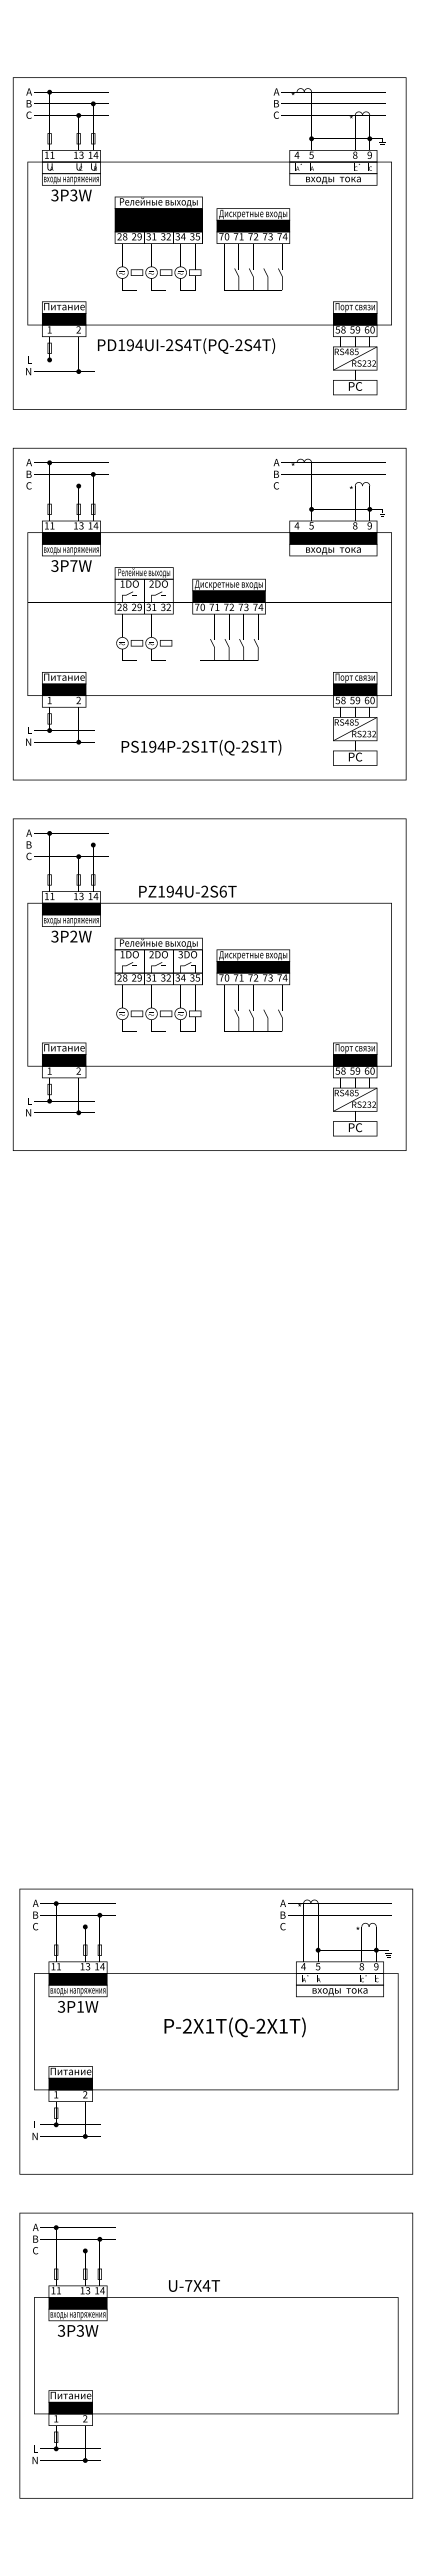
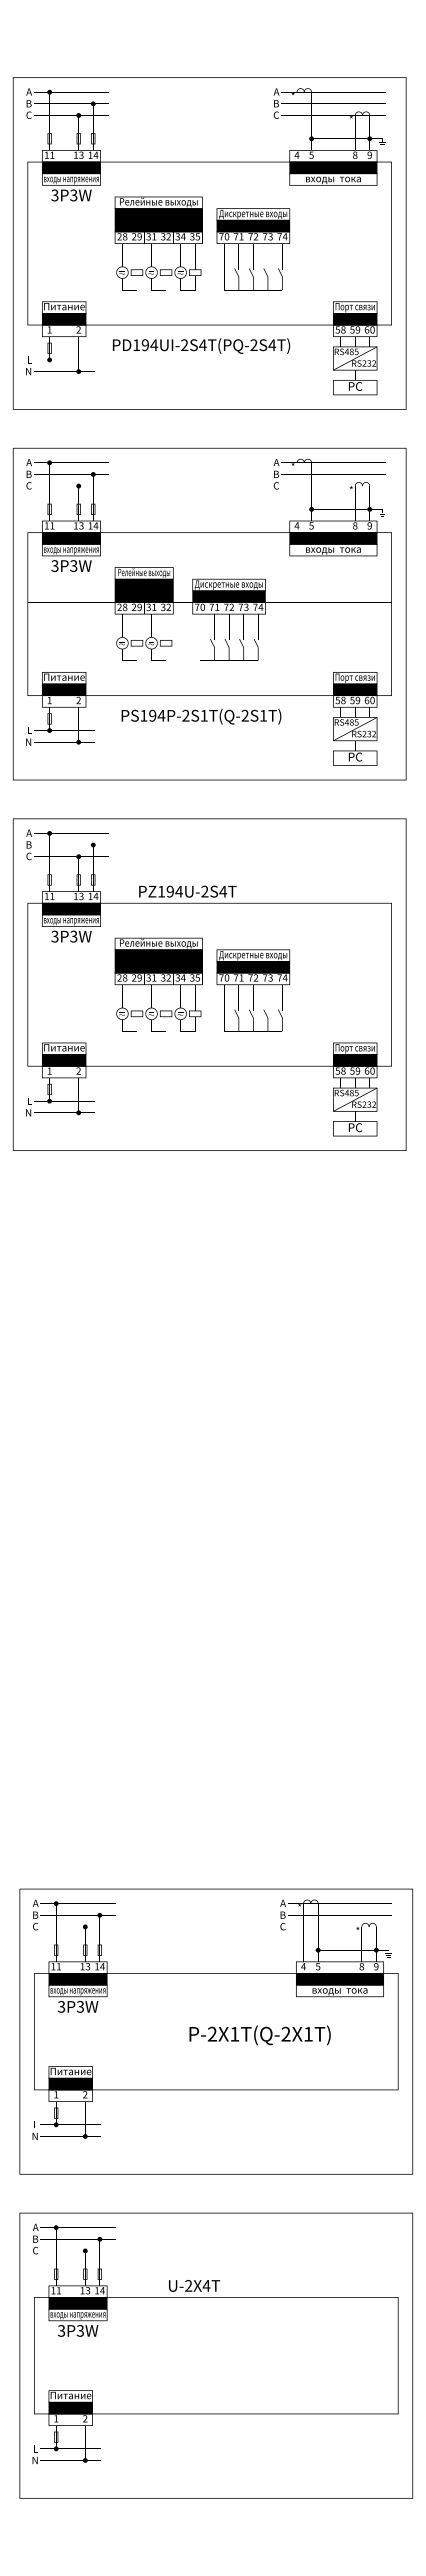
fill at (71, 167): none -> present
fill at (333, 167): none -> present
text at (186, 345) position: (186, 345) -> (201, 345)
text at (73, 565): 3P7W -> 3P3W
fill at (144, 590): none -> present
text at (201, 747) position: (201, 747) -> (201, 716)
text at (223, 891): PZ194U-2S6T -> PZ194U-2S4T
text at (73, 936): 3P2W -> 3P3W
fill at (158, 961): none -> present
fill at (339, 1979): none -> present
text at (79, 2006): 3P1W -> 3P3W
text at (234, 2027) position: (234, 2027) -> (259, 2035)
text at (188, 2285): U-7X4T -> U-2X4T
